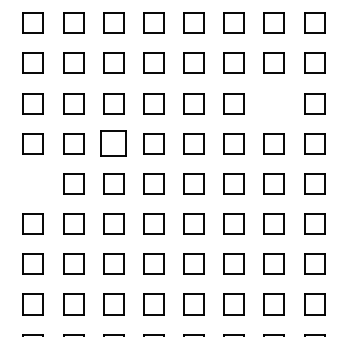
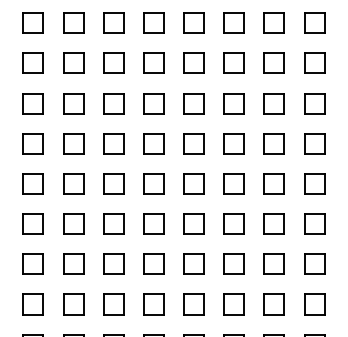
part at (273, 103): none -> present
part at (113, 143) size: 27x27 px -> 22x22 px
part at (32, 183): none -> present
